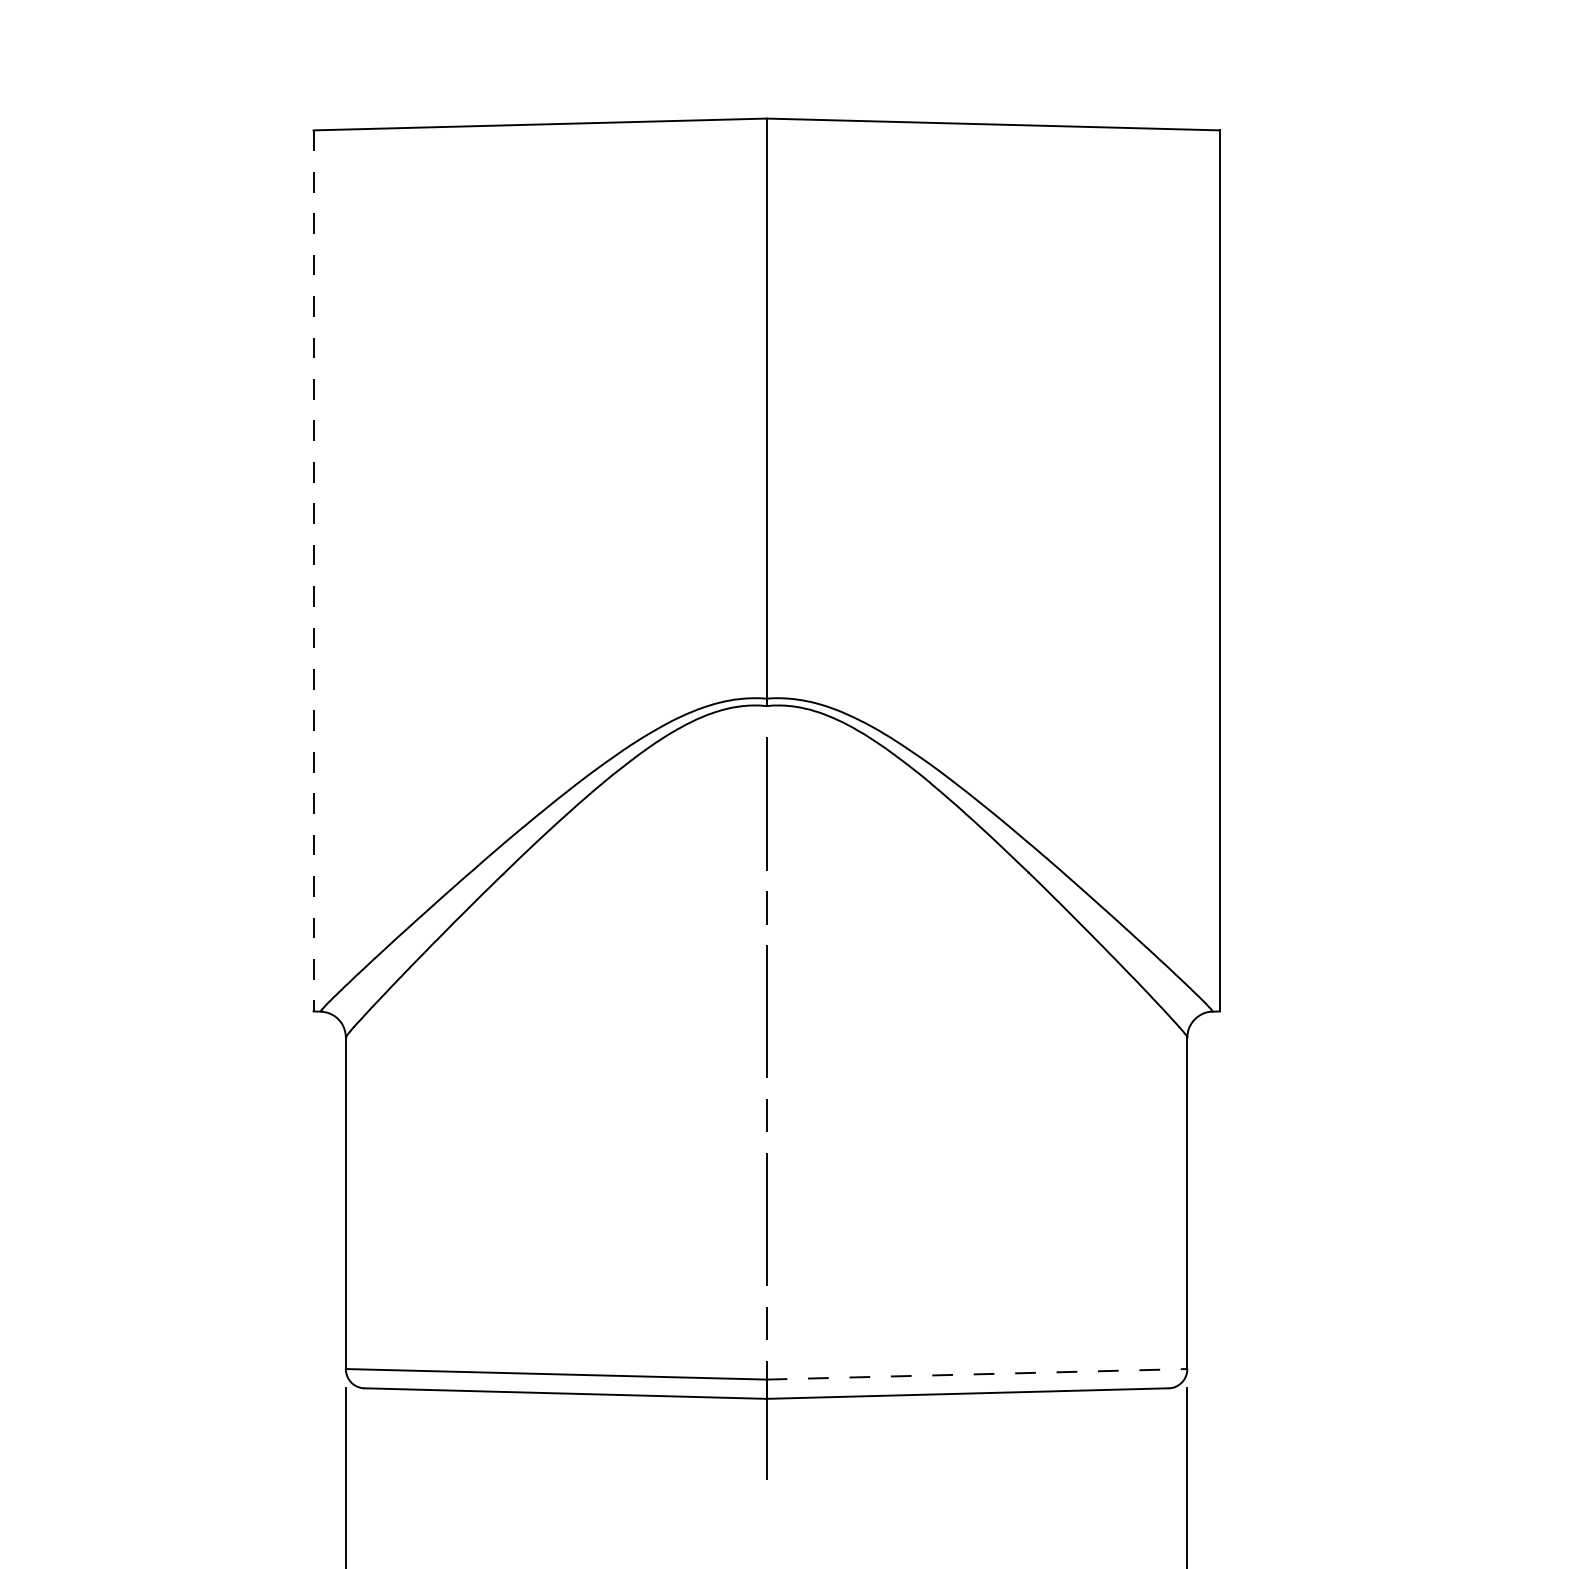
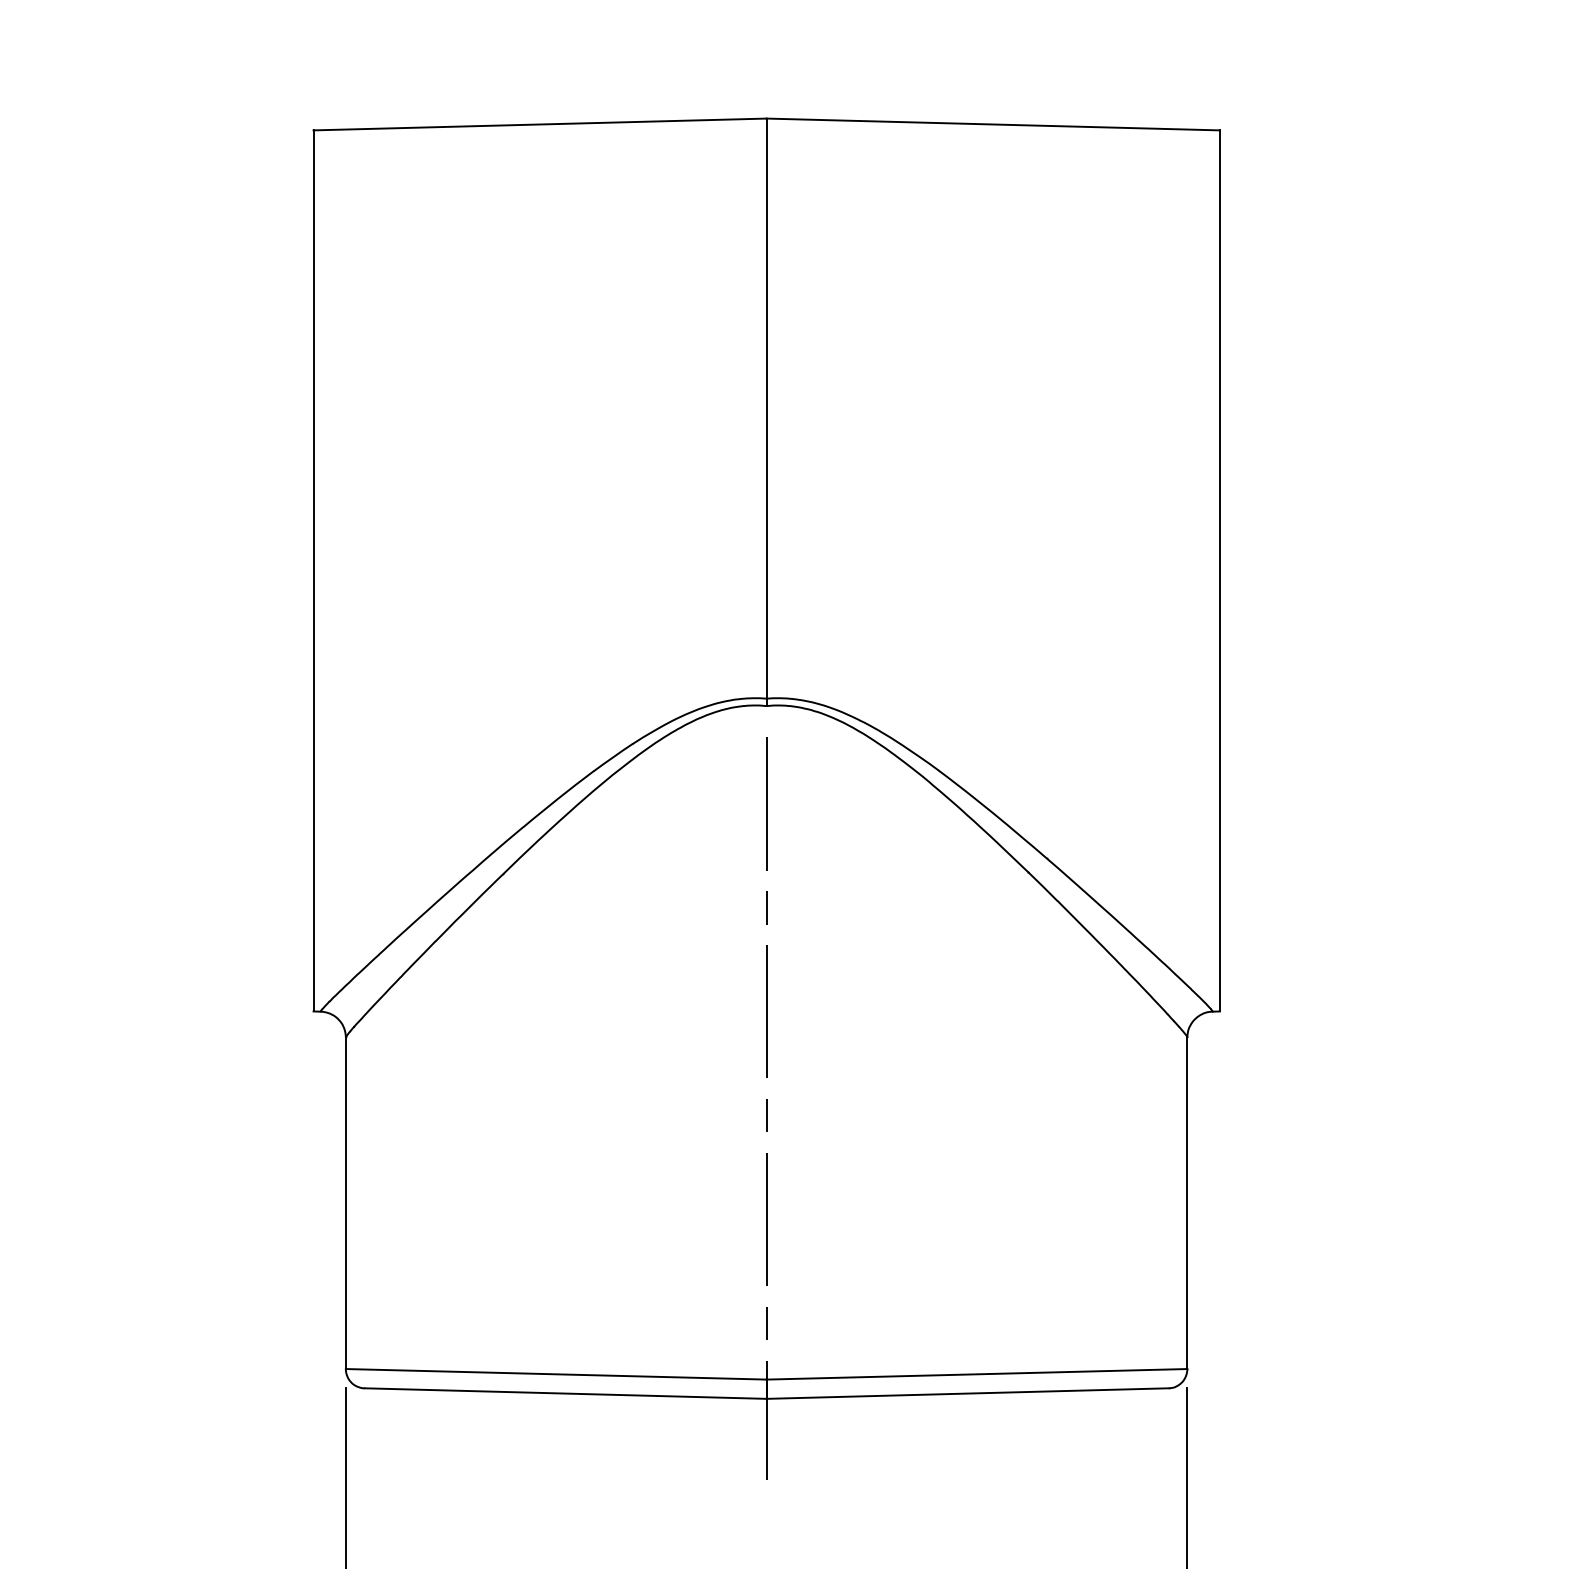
line at (313, 570): dashed -> solid
line at (977, 1374): dashed -> solid
